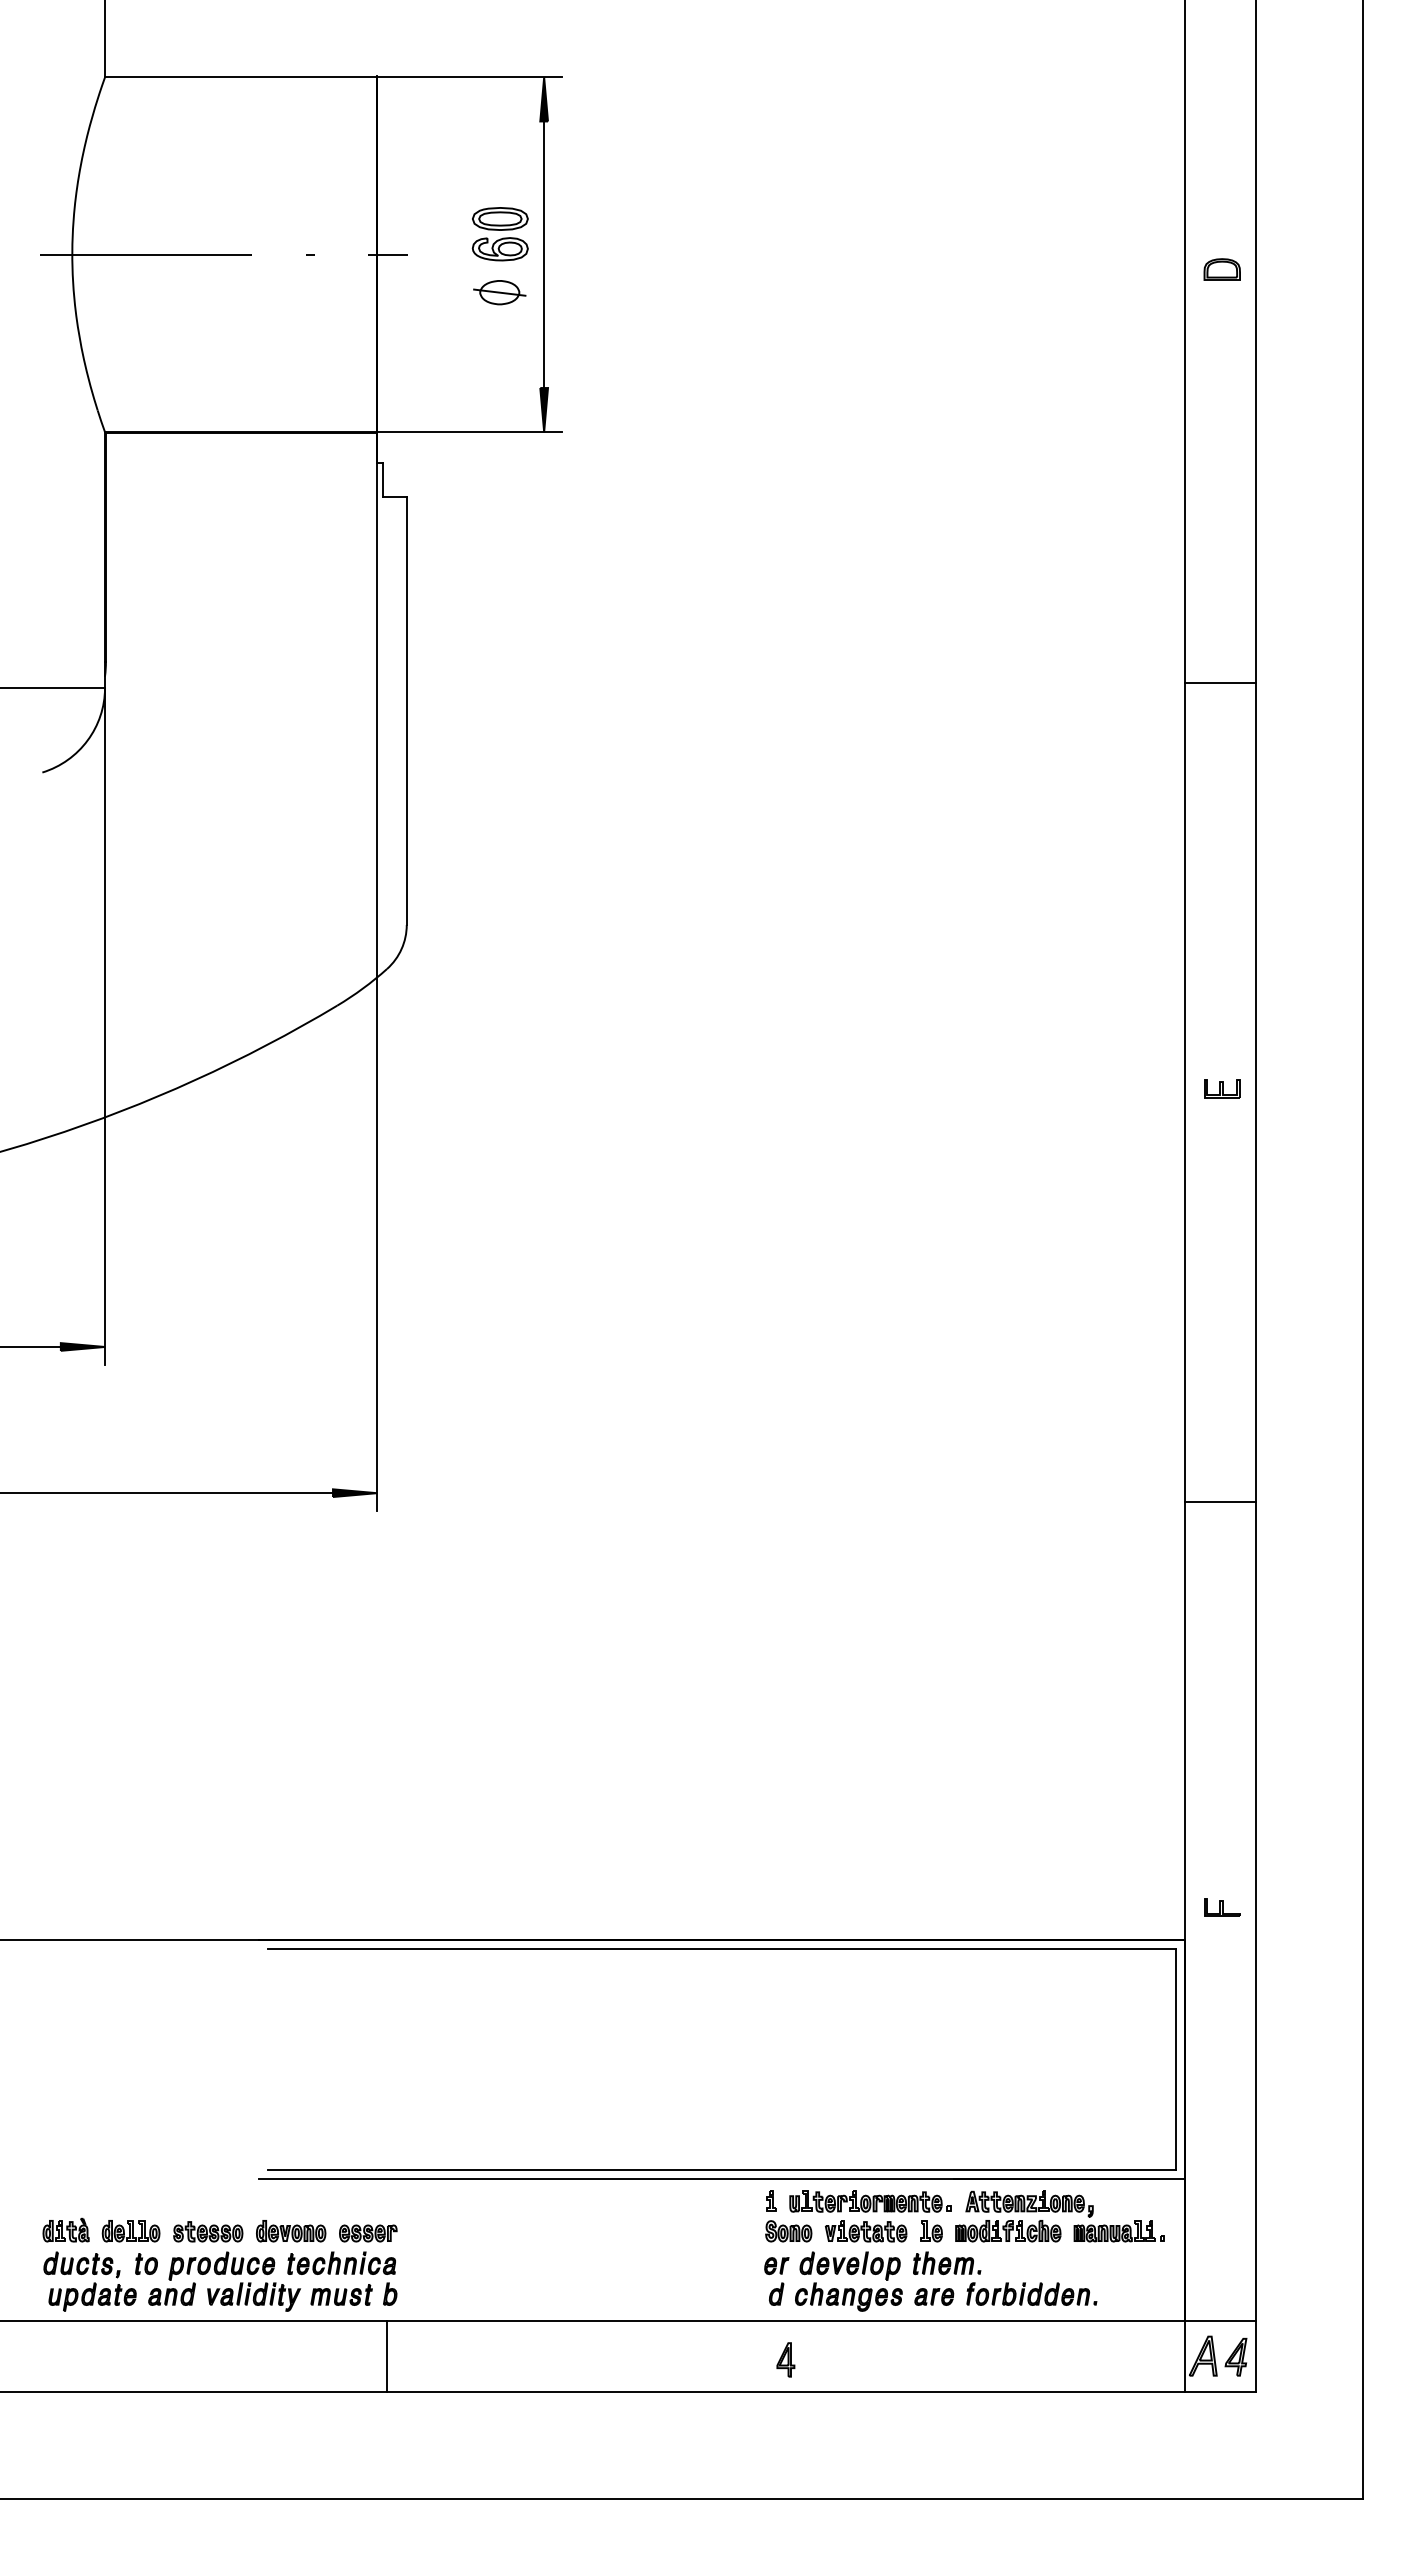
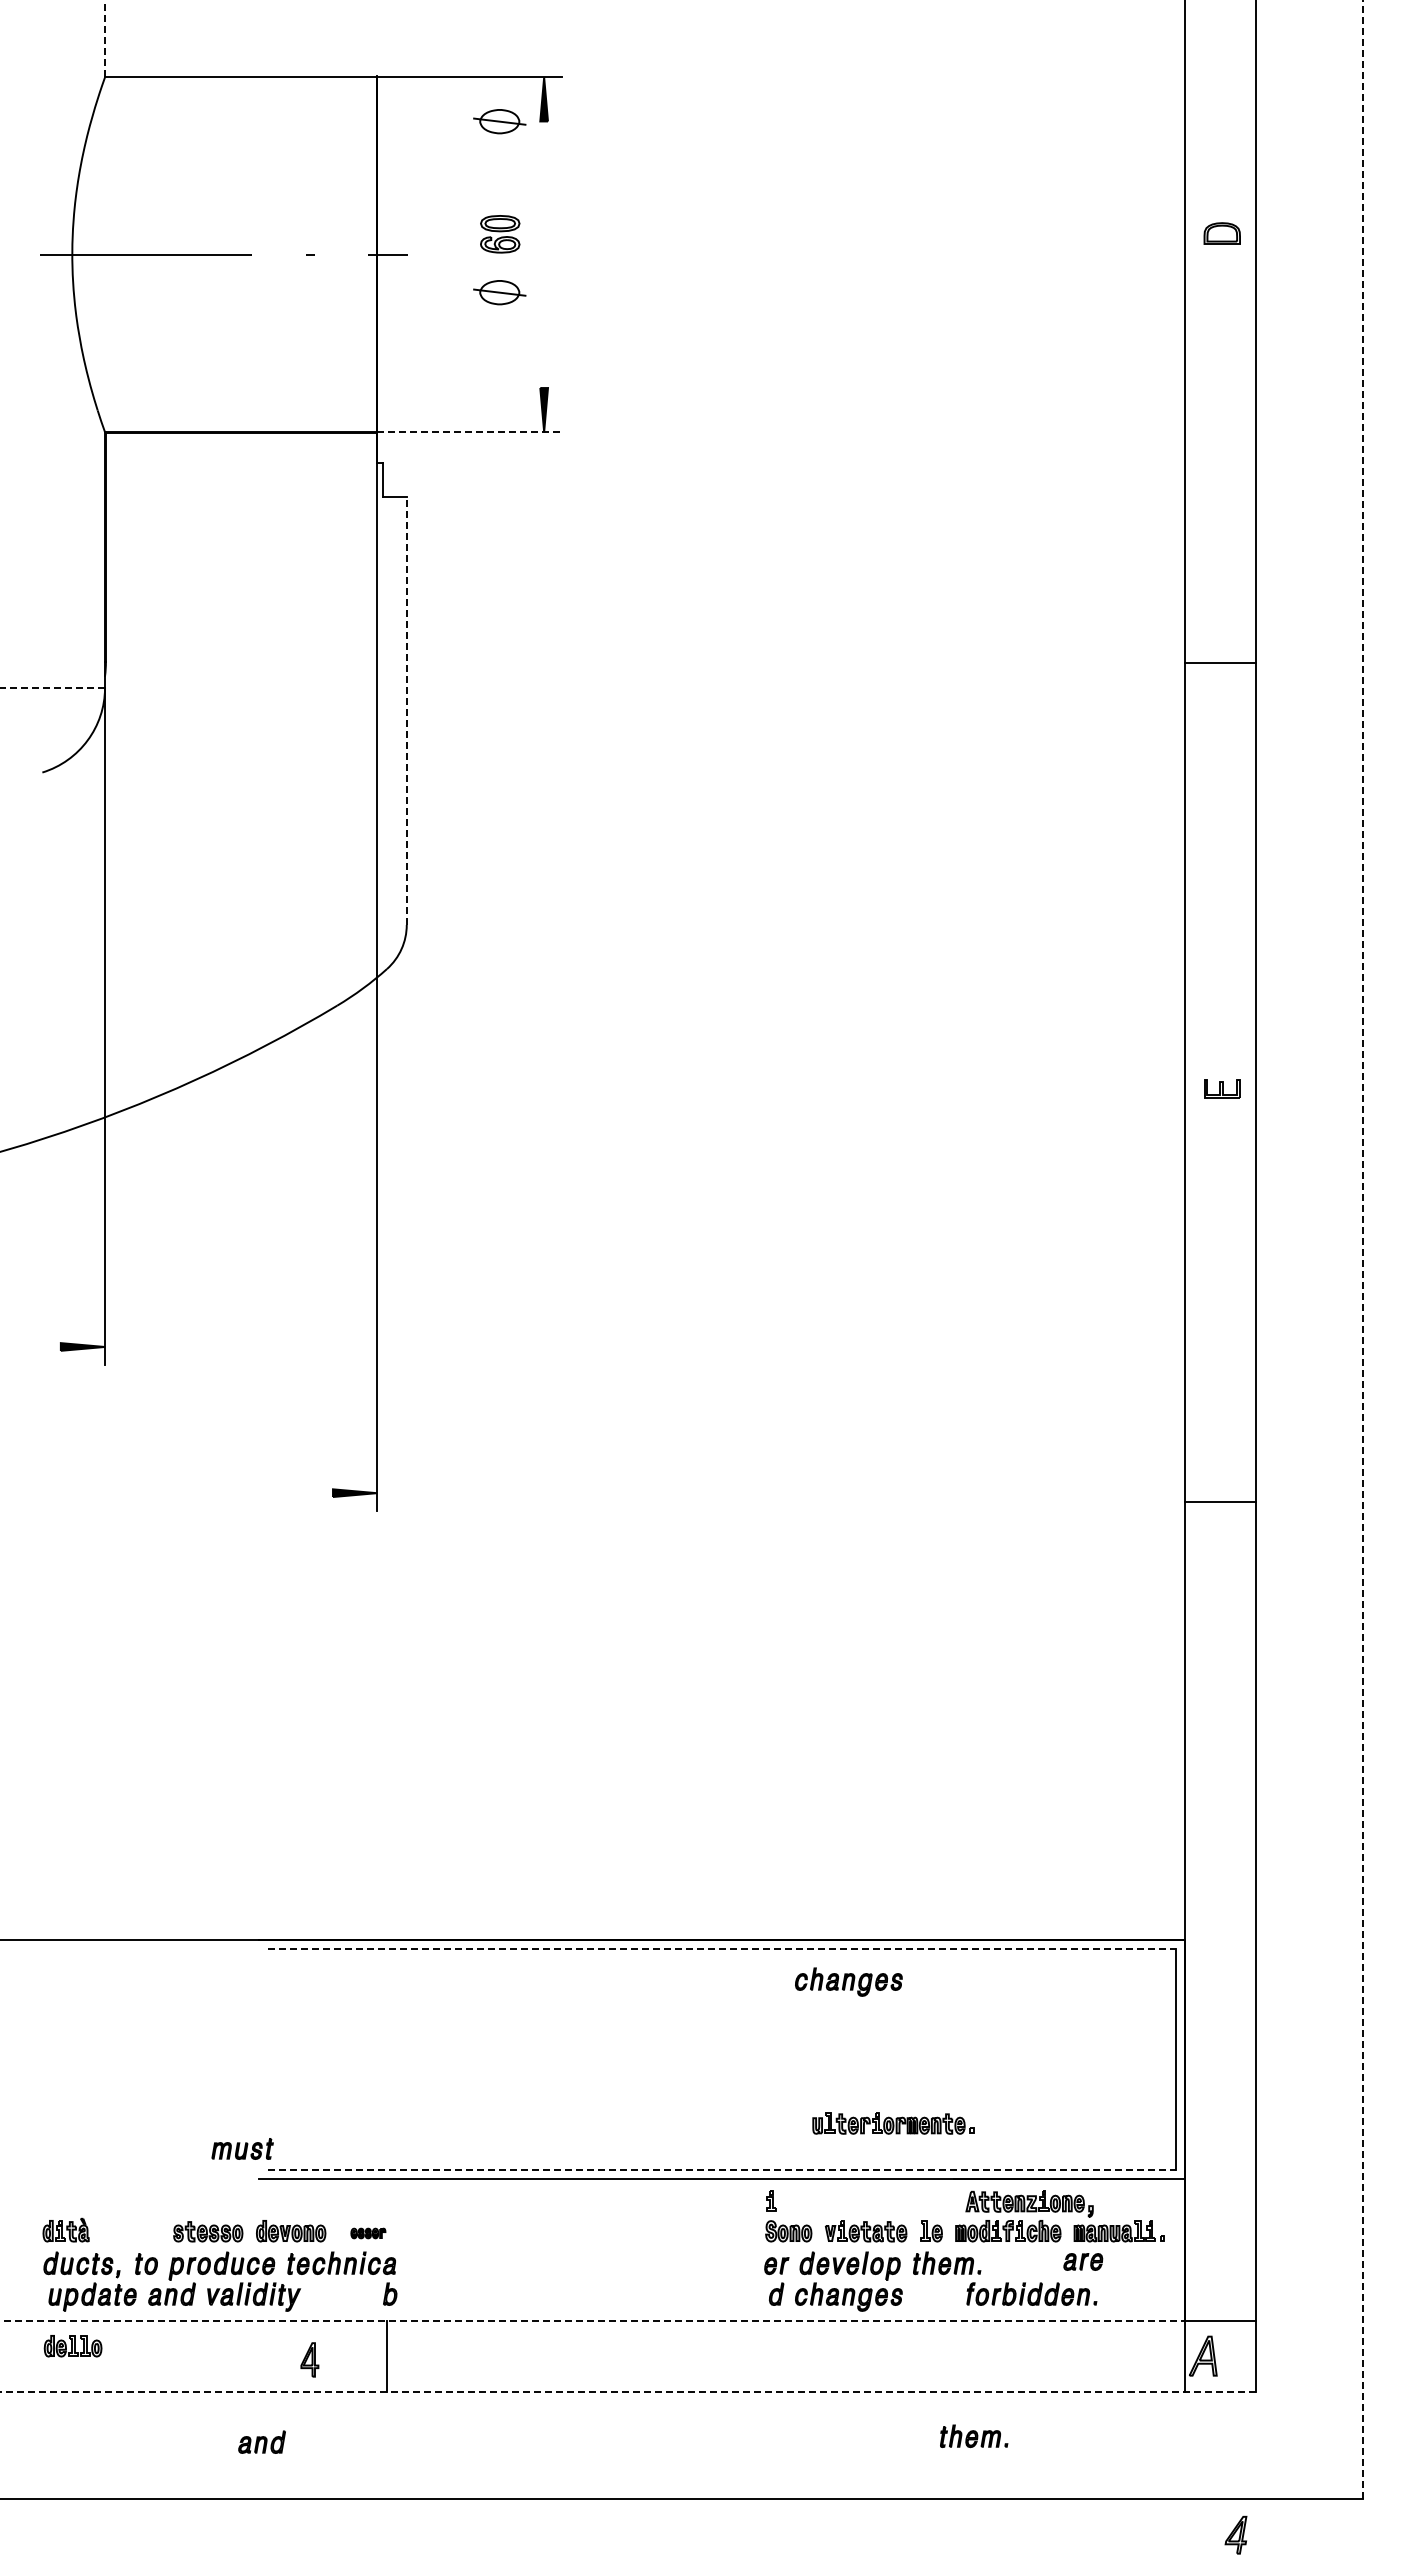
line at (105, 38): solid -> dashed
part at (499, 121): none -> present
part at (499, 234) size: 58x55 px -> 41x39 px
line at (544, 254): present -> none
part at (1221, 269) position: (1221, 269) -> (1221, 233)
line at (470, 432): solid -> dashed
line at (1220, 682) position: (1220, 682) -> (1220, 662)
line at (52, 687): solid -> dashed
line at (406, 711): solid -> dashed
line at (1362, 1249): solid -> dashed
line at (31, 1346): present -> none
line at (167, 1493): present -> none
part at (1222, 1907): present -> none
line at (722, 1948): solid -> dashed
part at (848, 1981): none -> present
line at (722, 2170): solid -> dashed
part at (870, 2201) position: (870, 2201) -> (893, 2123)
part at (130, 2231) position: (130, 2231) -> (72, 2346)
part at (368, 2233) size: 59x19 px -> 37x13 px
part at (341, 2294) position: (341, 2294) -> (242, 2148)
part at (934, 2296) position: (934, 2296) -> (1083, 2261)
line at (593, 2321): solid -> dashed
part at (1235, 2356) position: (1235, 2356) -> (1235, 2534)
part at (785, 2359) position: (785, 2359) -> (309, 2359)
line at (628, 2392): solid -> dashed
part at (974, 2436): none -> present
part at (261, 2441): none -> present
